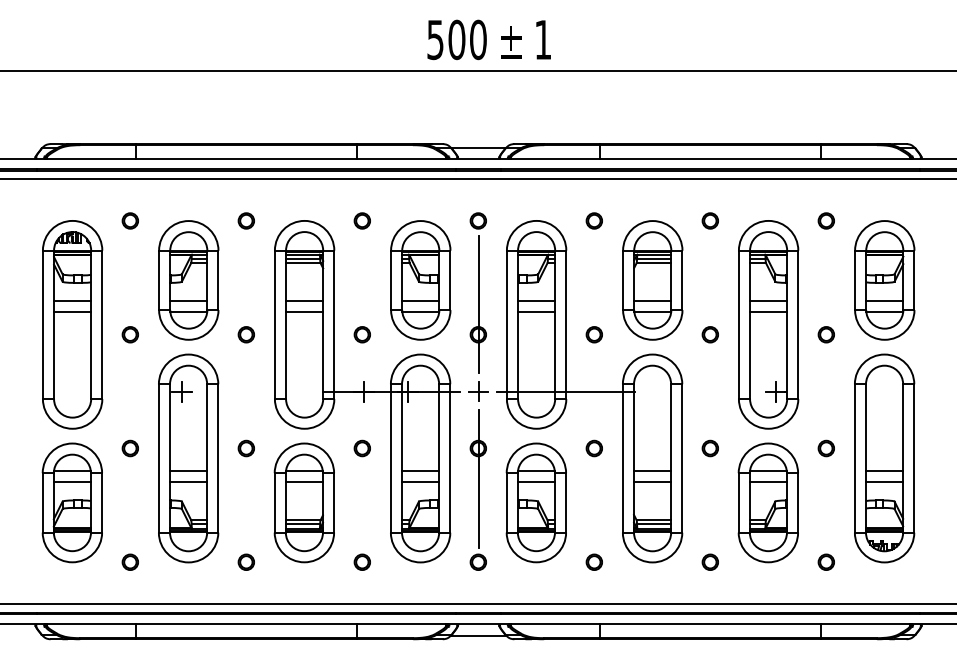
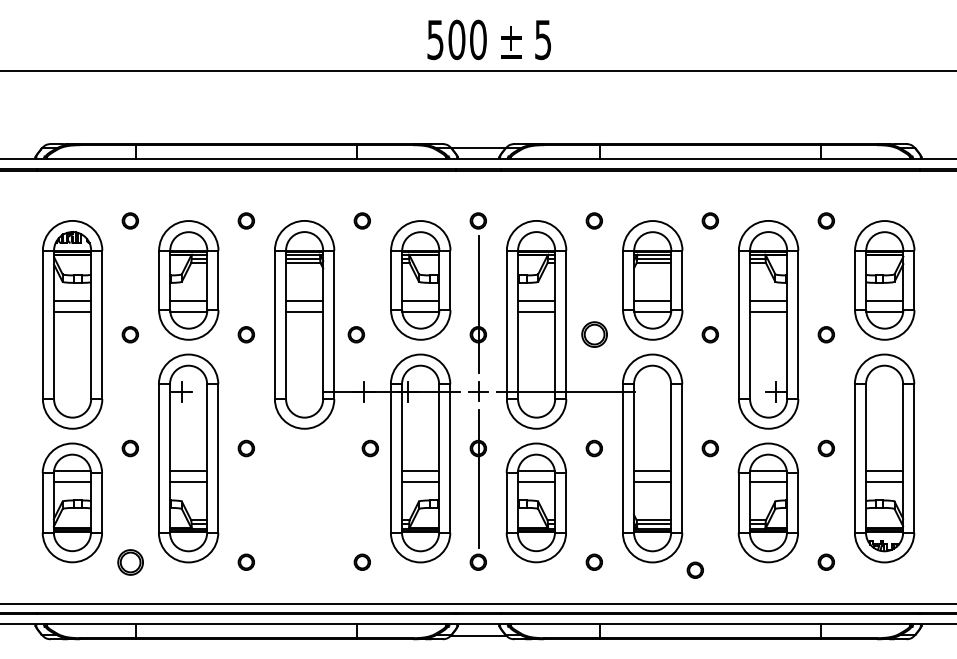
text at (543, 40): 1 -> 5
line at (477, 178): present -> none
part at (361, 334) position: (361, 334) -> (355, 334)
part at (593, 334) size: 18x18 px -> 27x27 px
part at (361, 448) position: (361, 448) -> (369, 448)
part at (303, 502): present -> none
part at (129, 561) size: 18x18 px -> 27x27 px
part at (709, 561) position: (709, 561) -> (694, 569)
